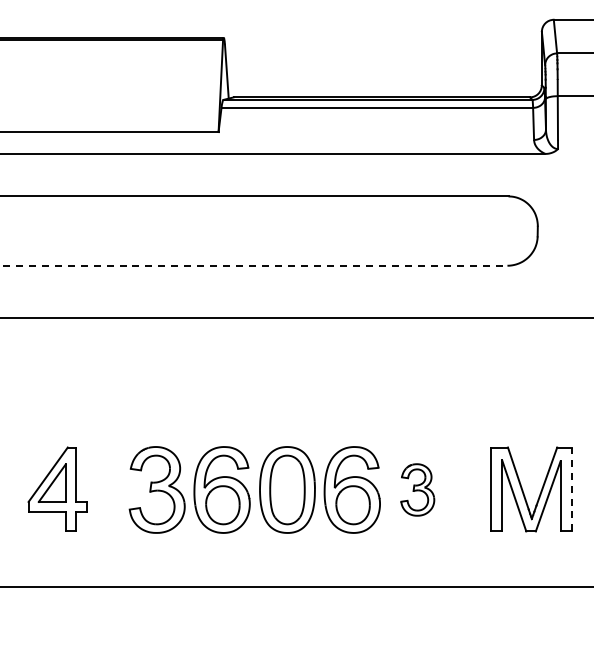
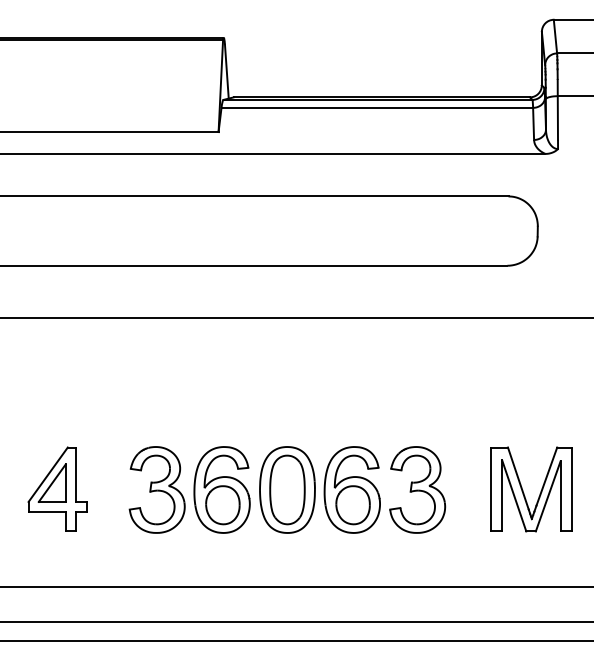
line at (254, 265): dashed -> solid
part at (417, 489) size: 36x54 px -> 58x88 px
line at (571, 489): dashed -> solid
line at (296, 621): none -> present
line at (296, 641): none -> present
